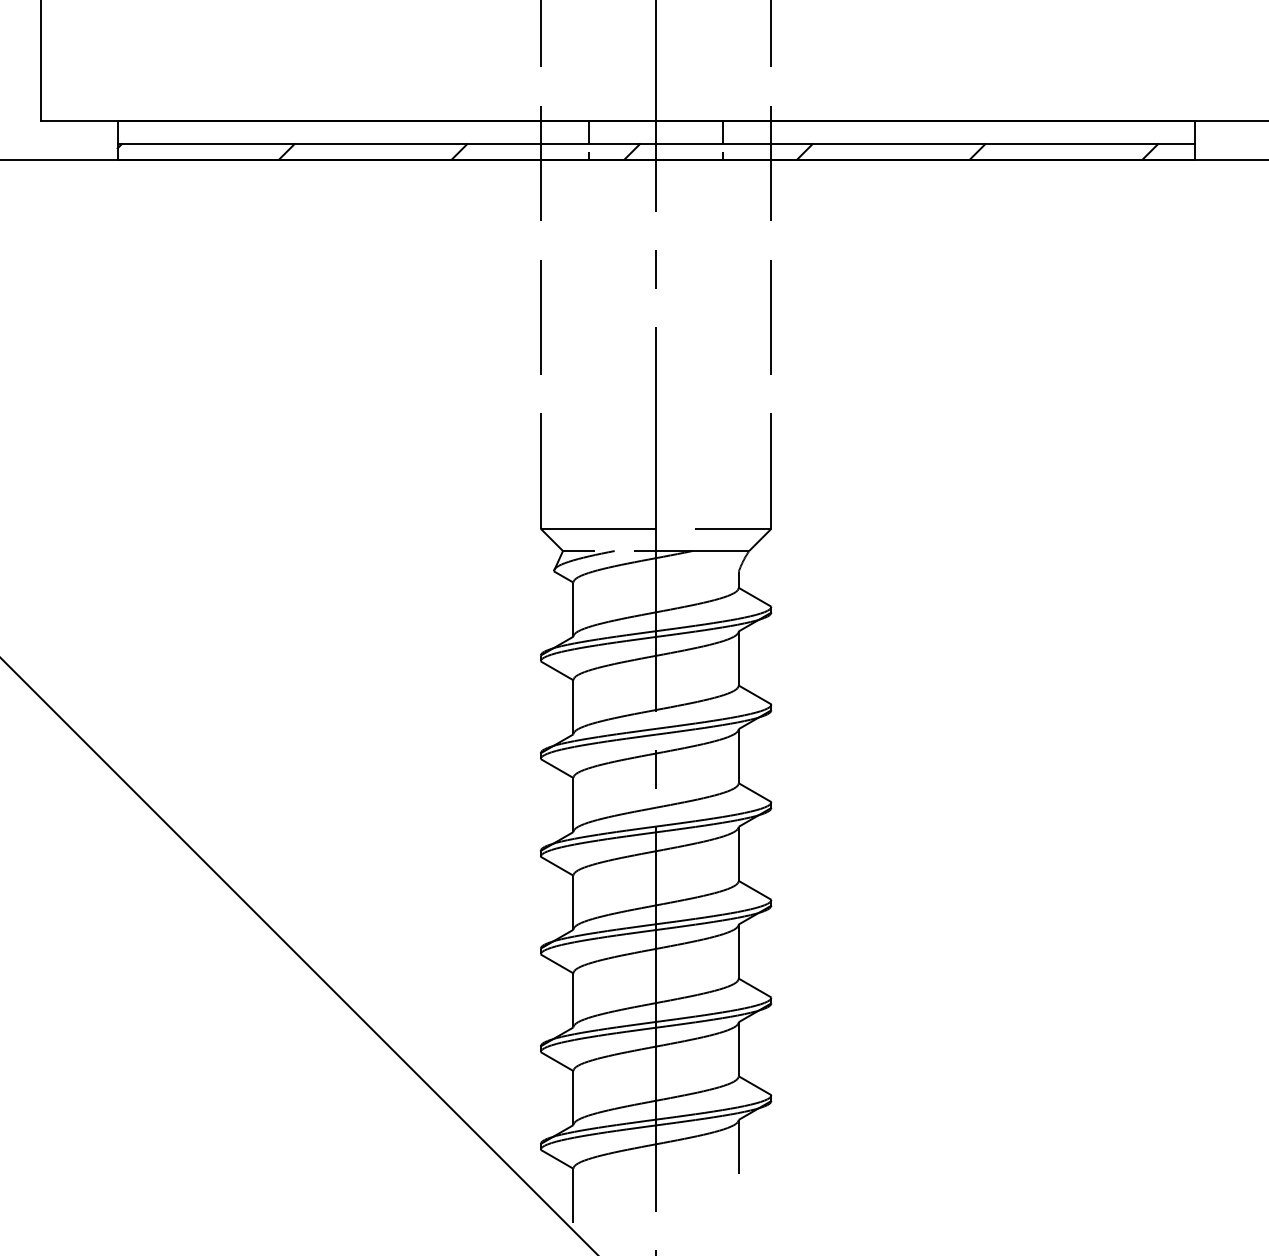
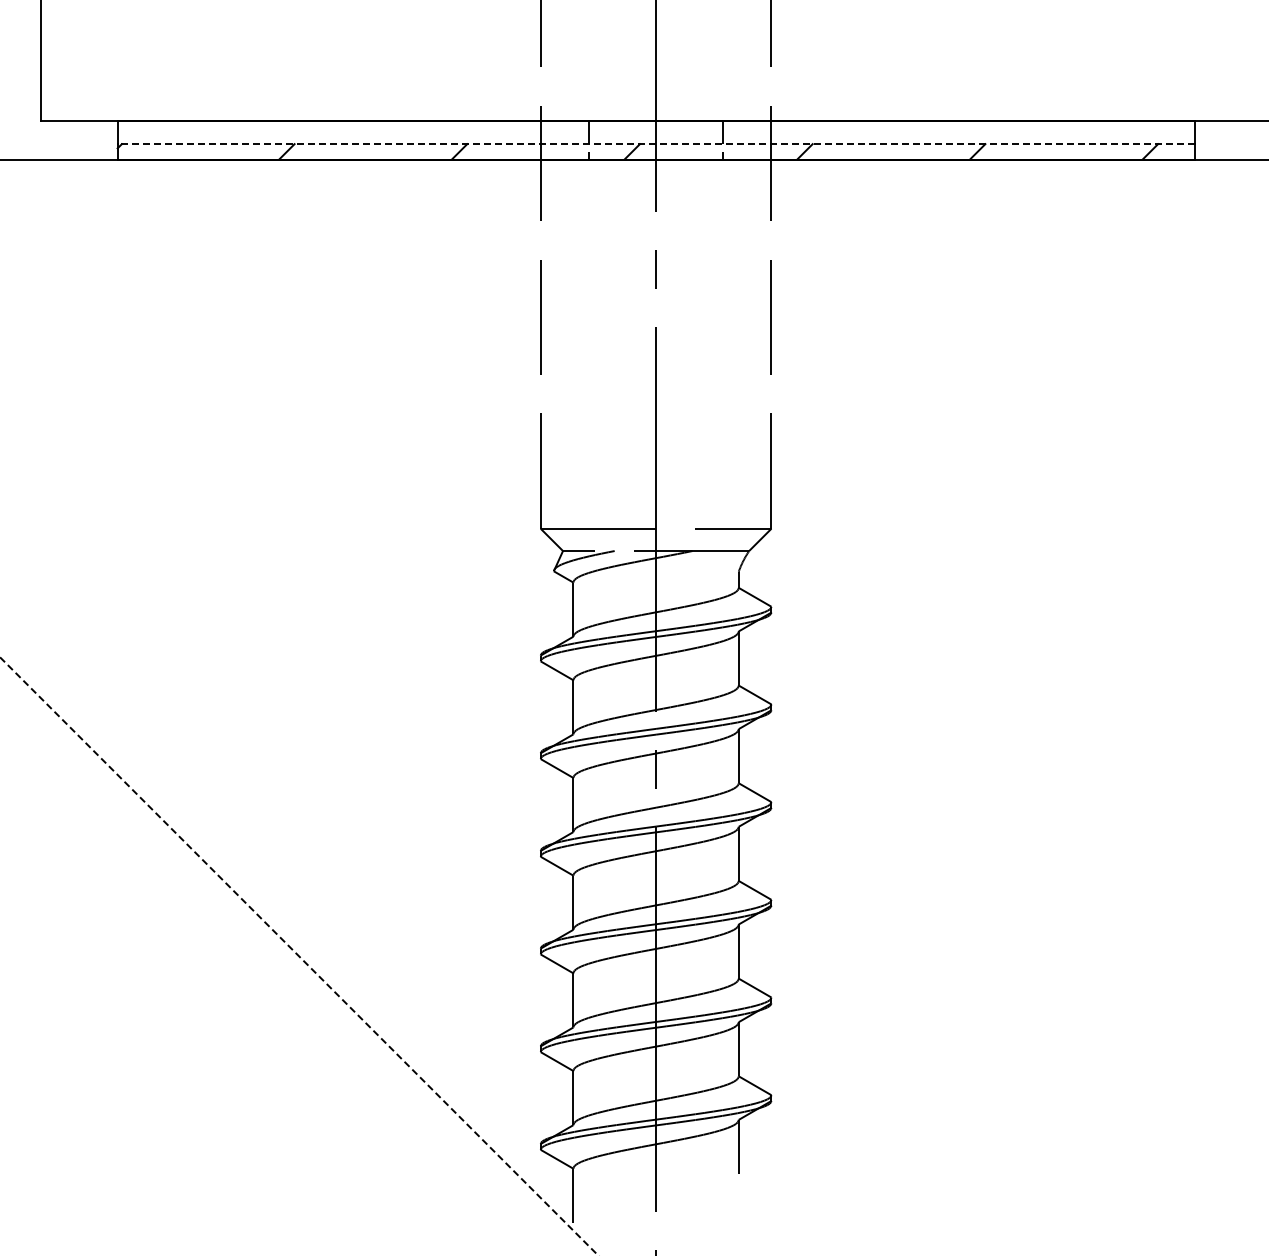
line at (655, 144): solid -> dashed
line at (299, 956): solid -> dashed
